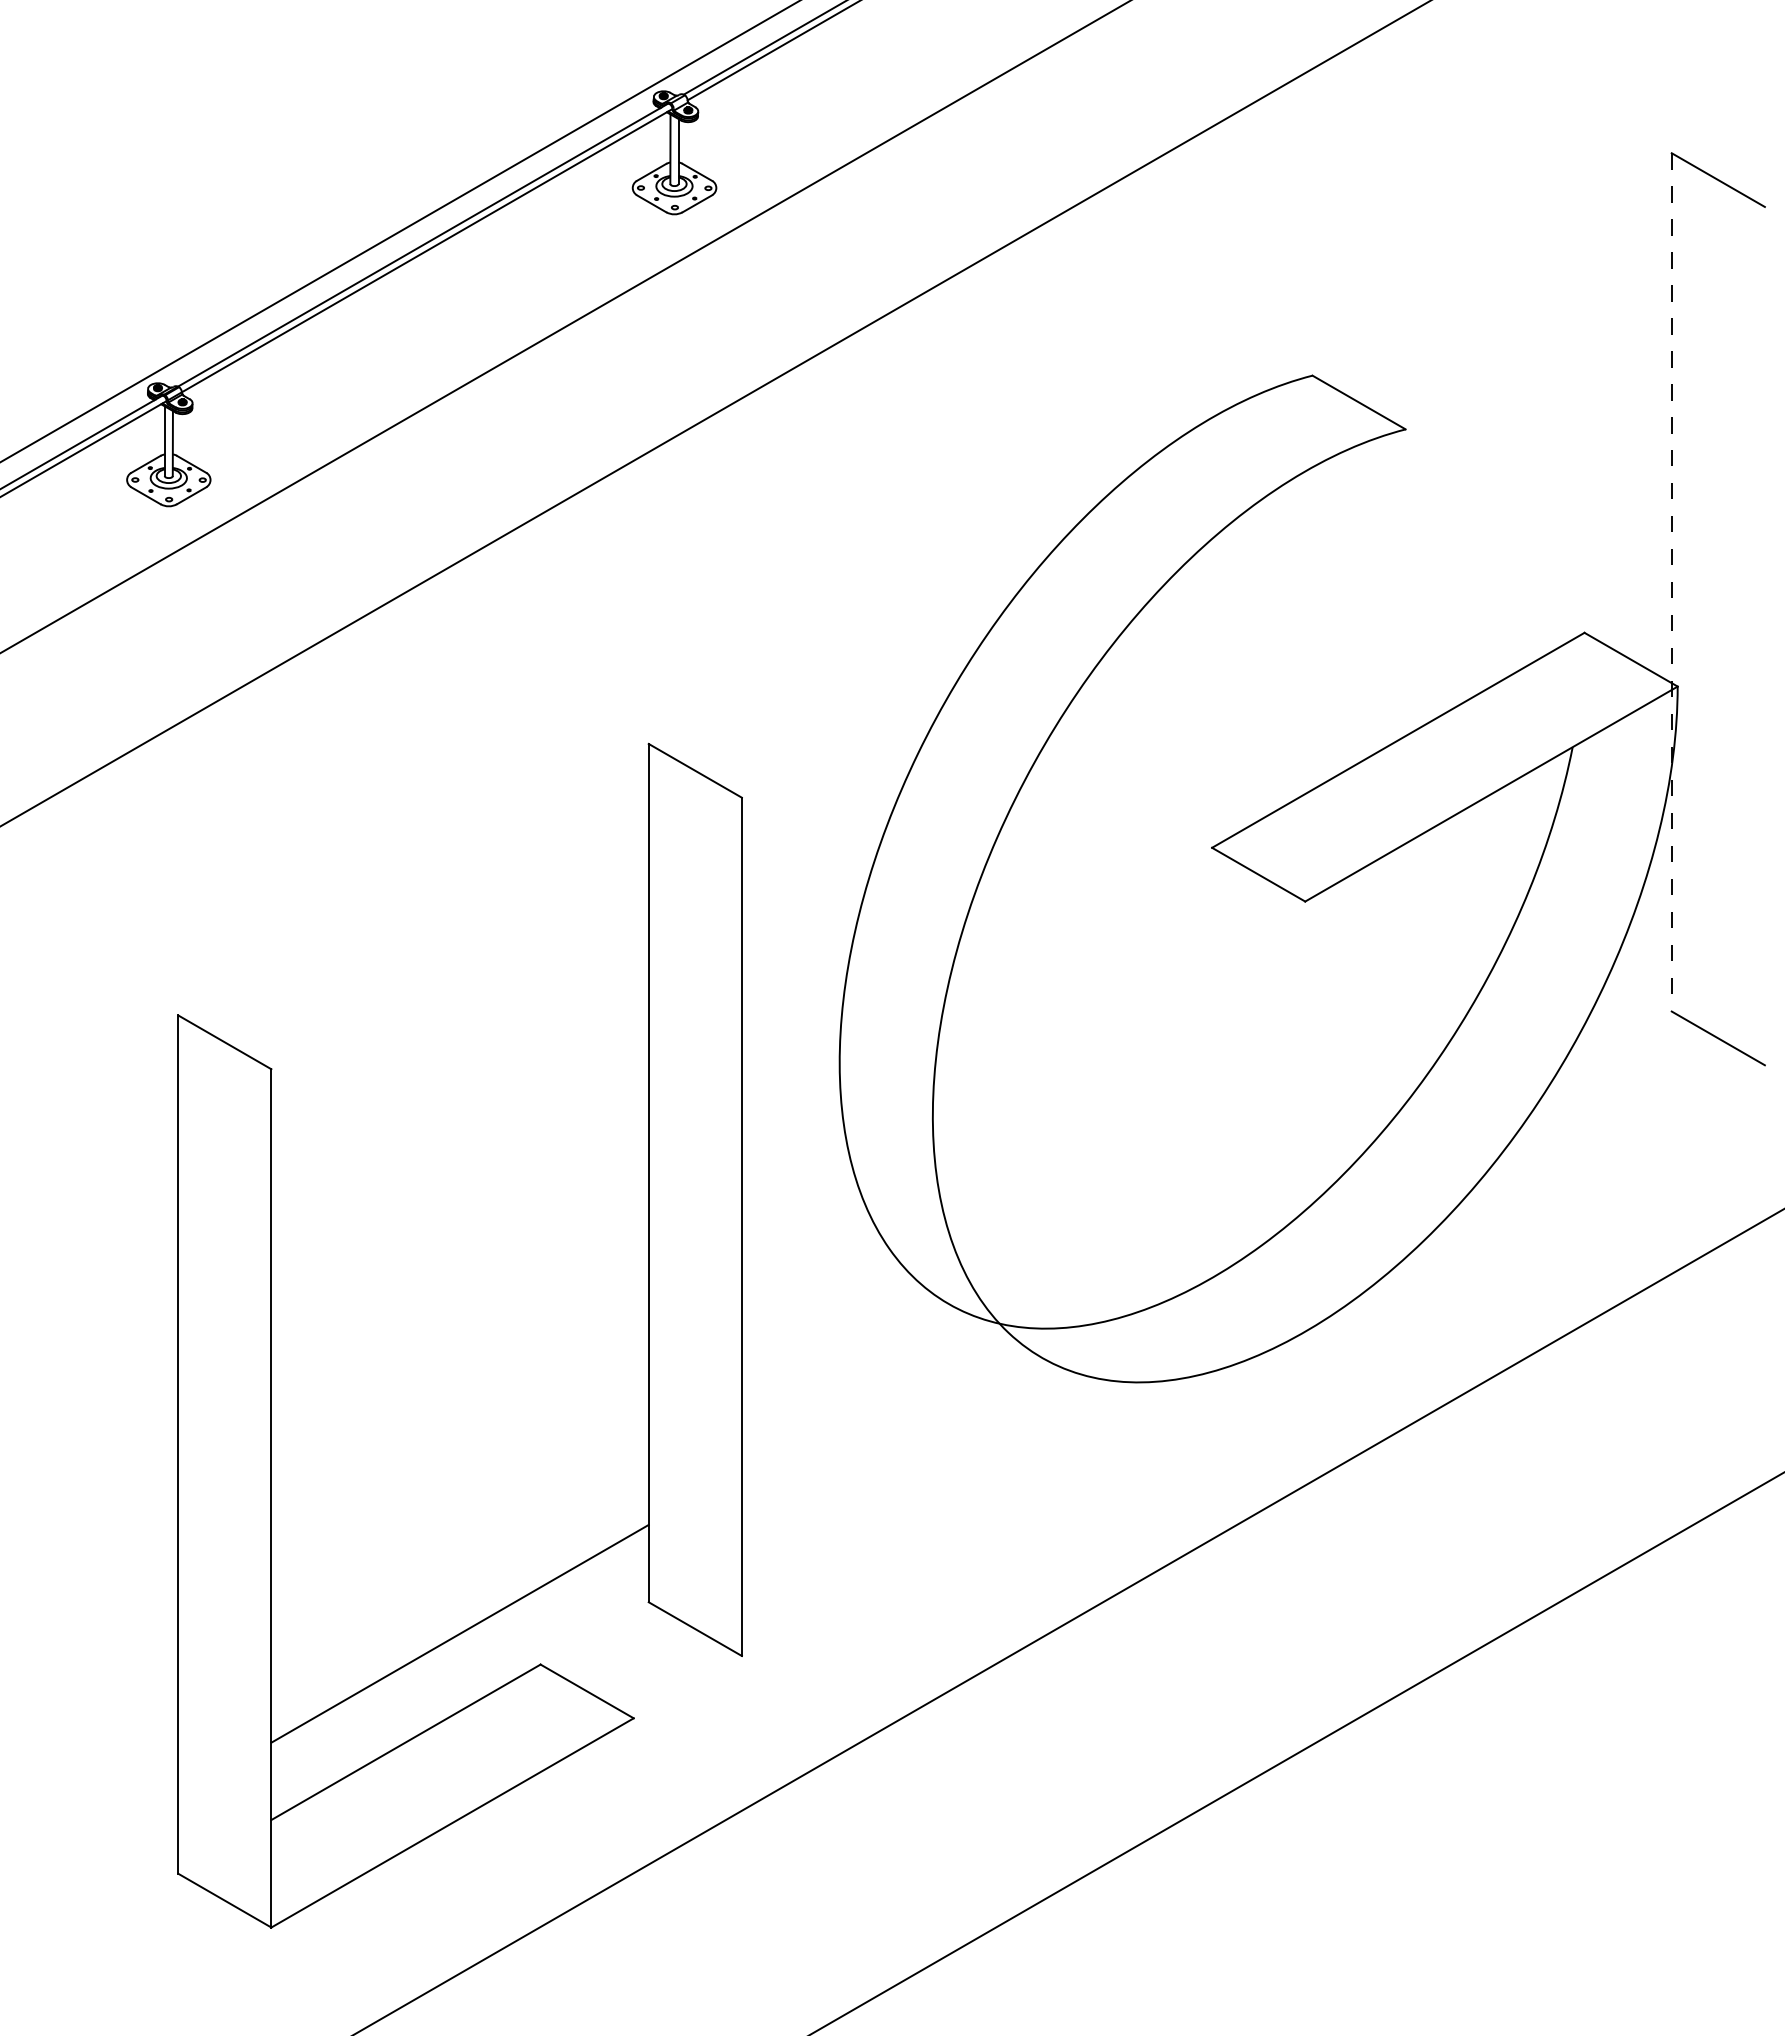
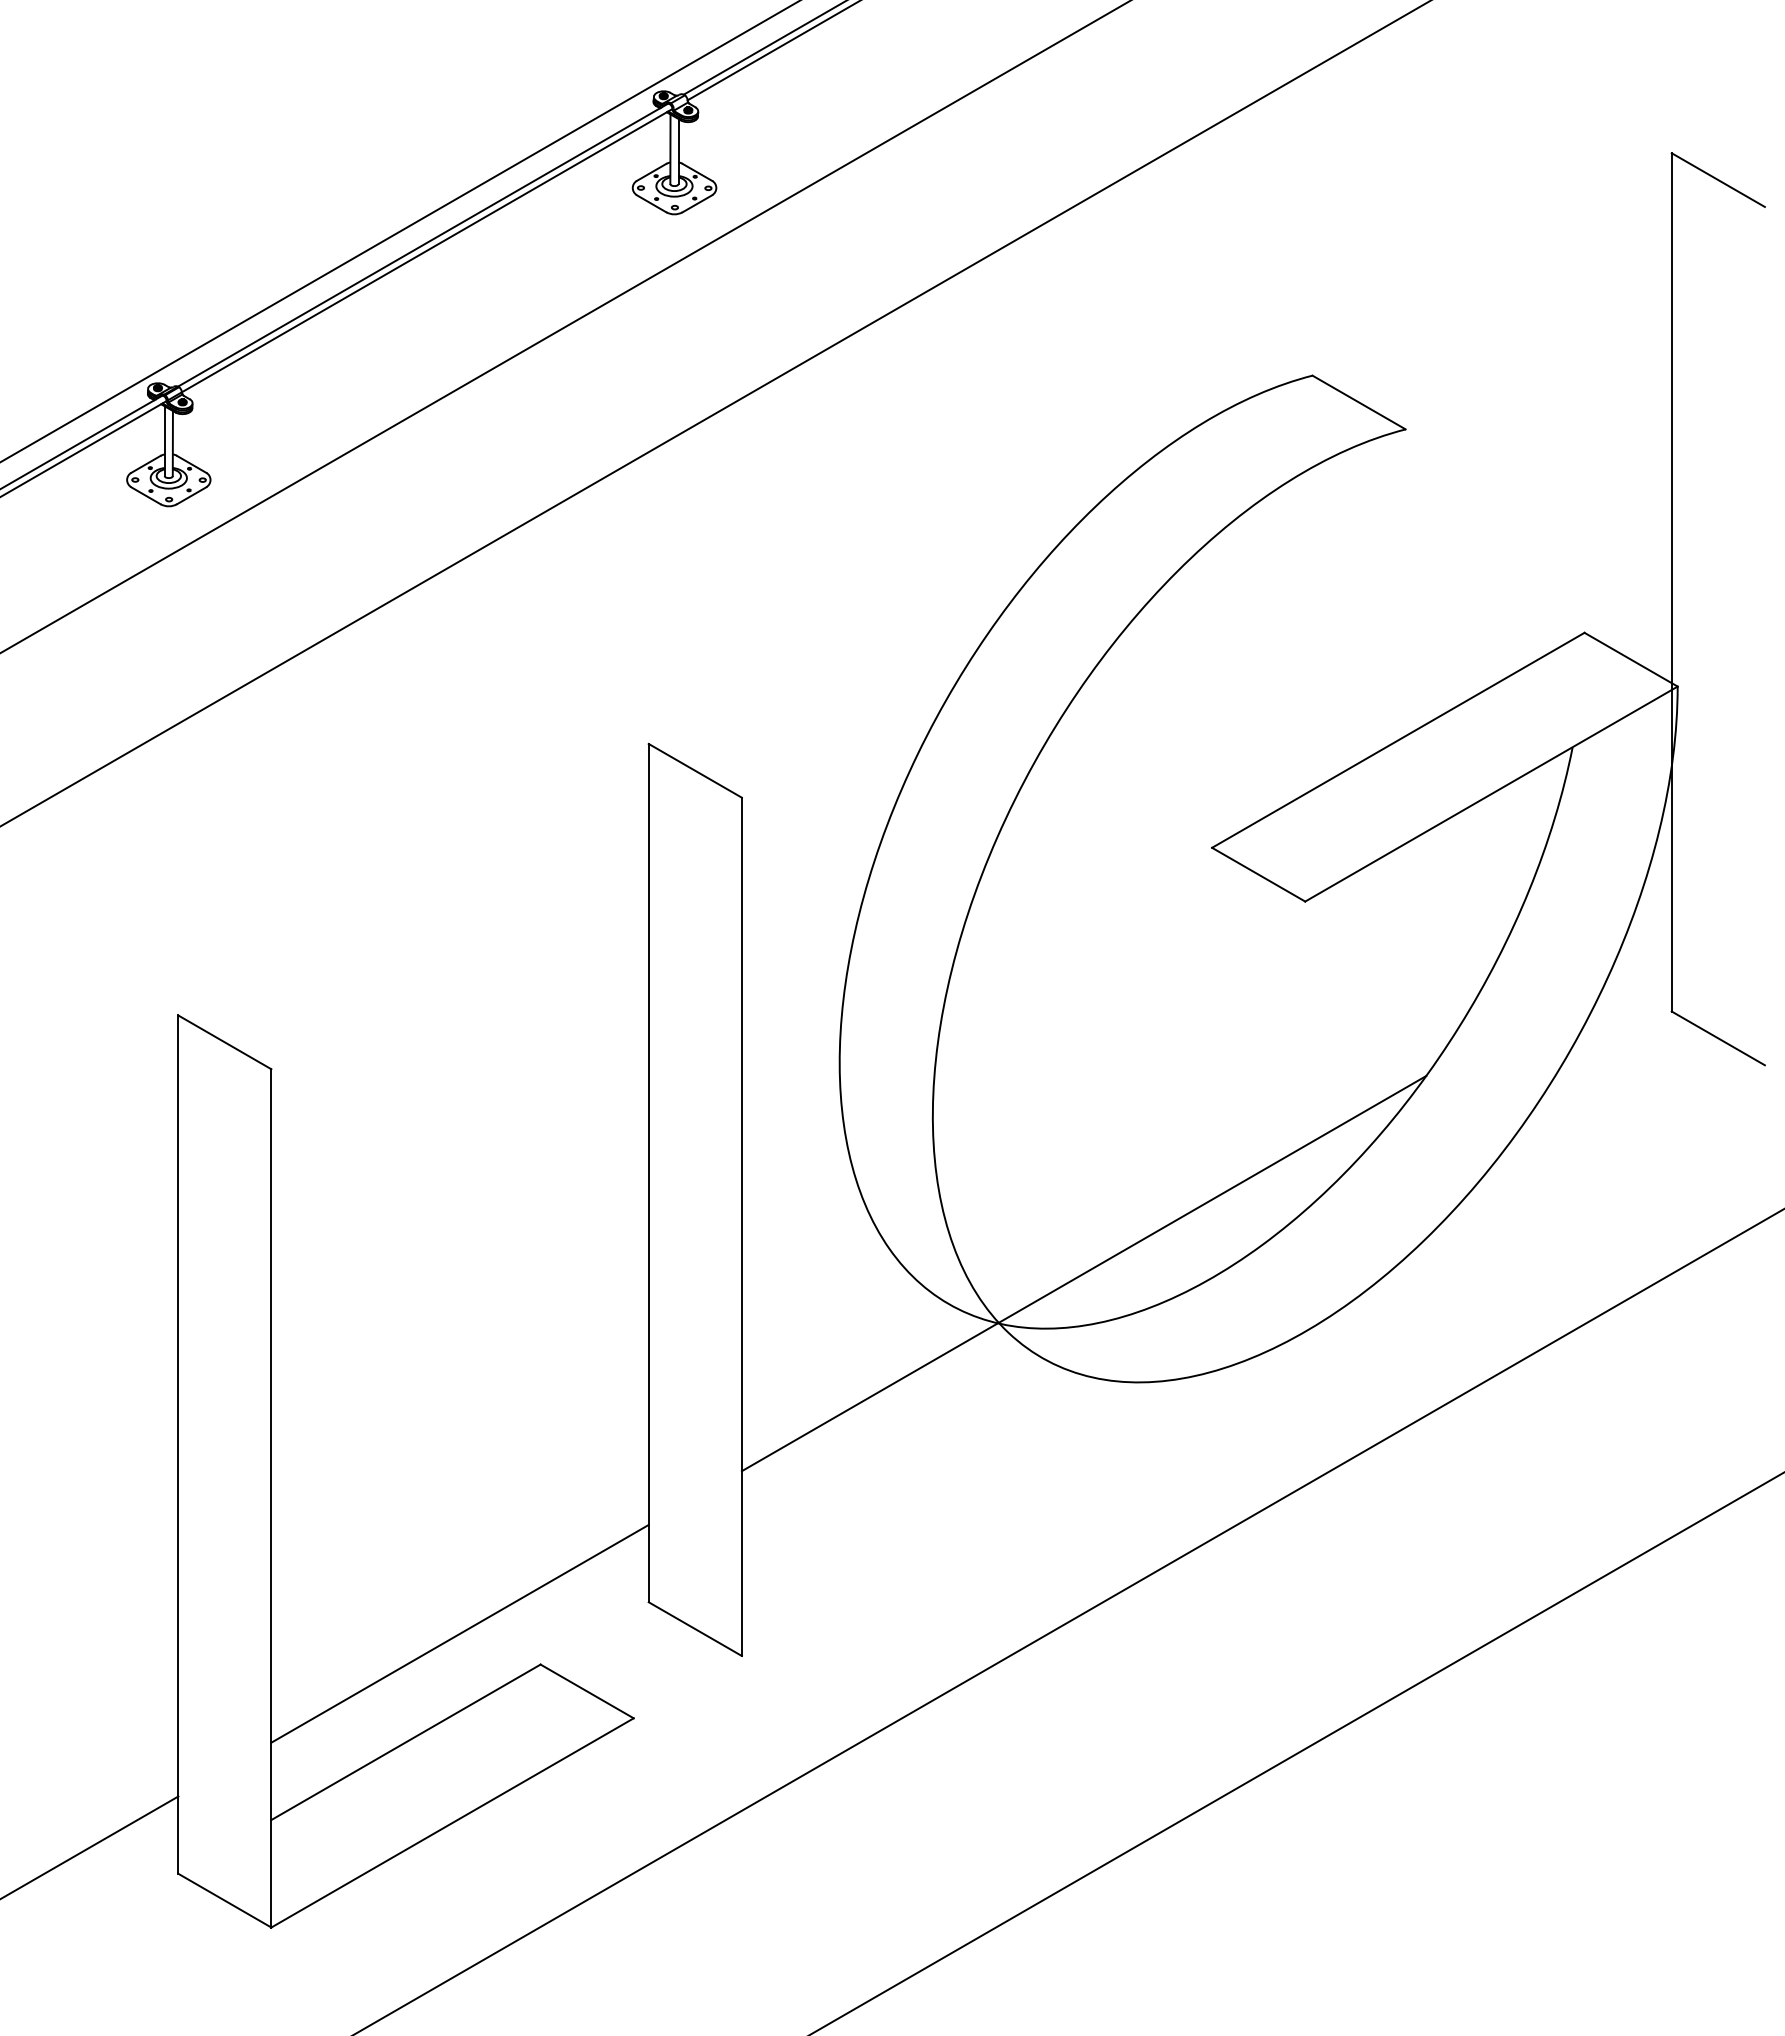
line at (1671, 582): dashed -> solid
line at (1083, 1273): none -> present
line at (90, 1847): none -> present
